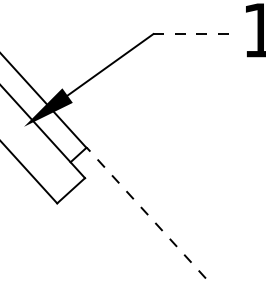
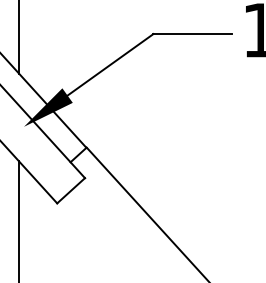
line at (193, 34): dashed -> solid
line at (19, 37): none -> present
line at (147, 214): dashed -> solid
line at (19, 220): none -> present
